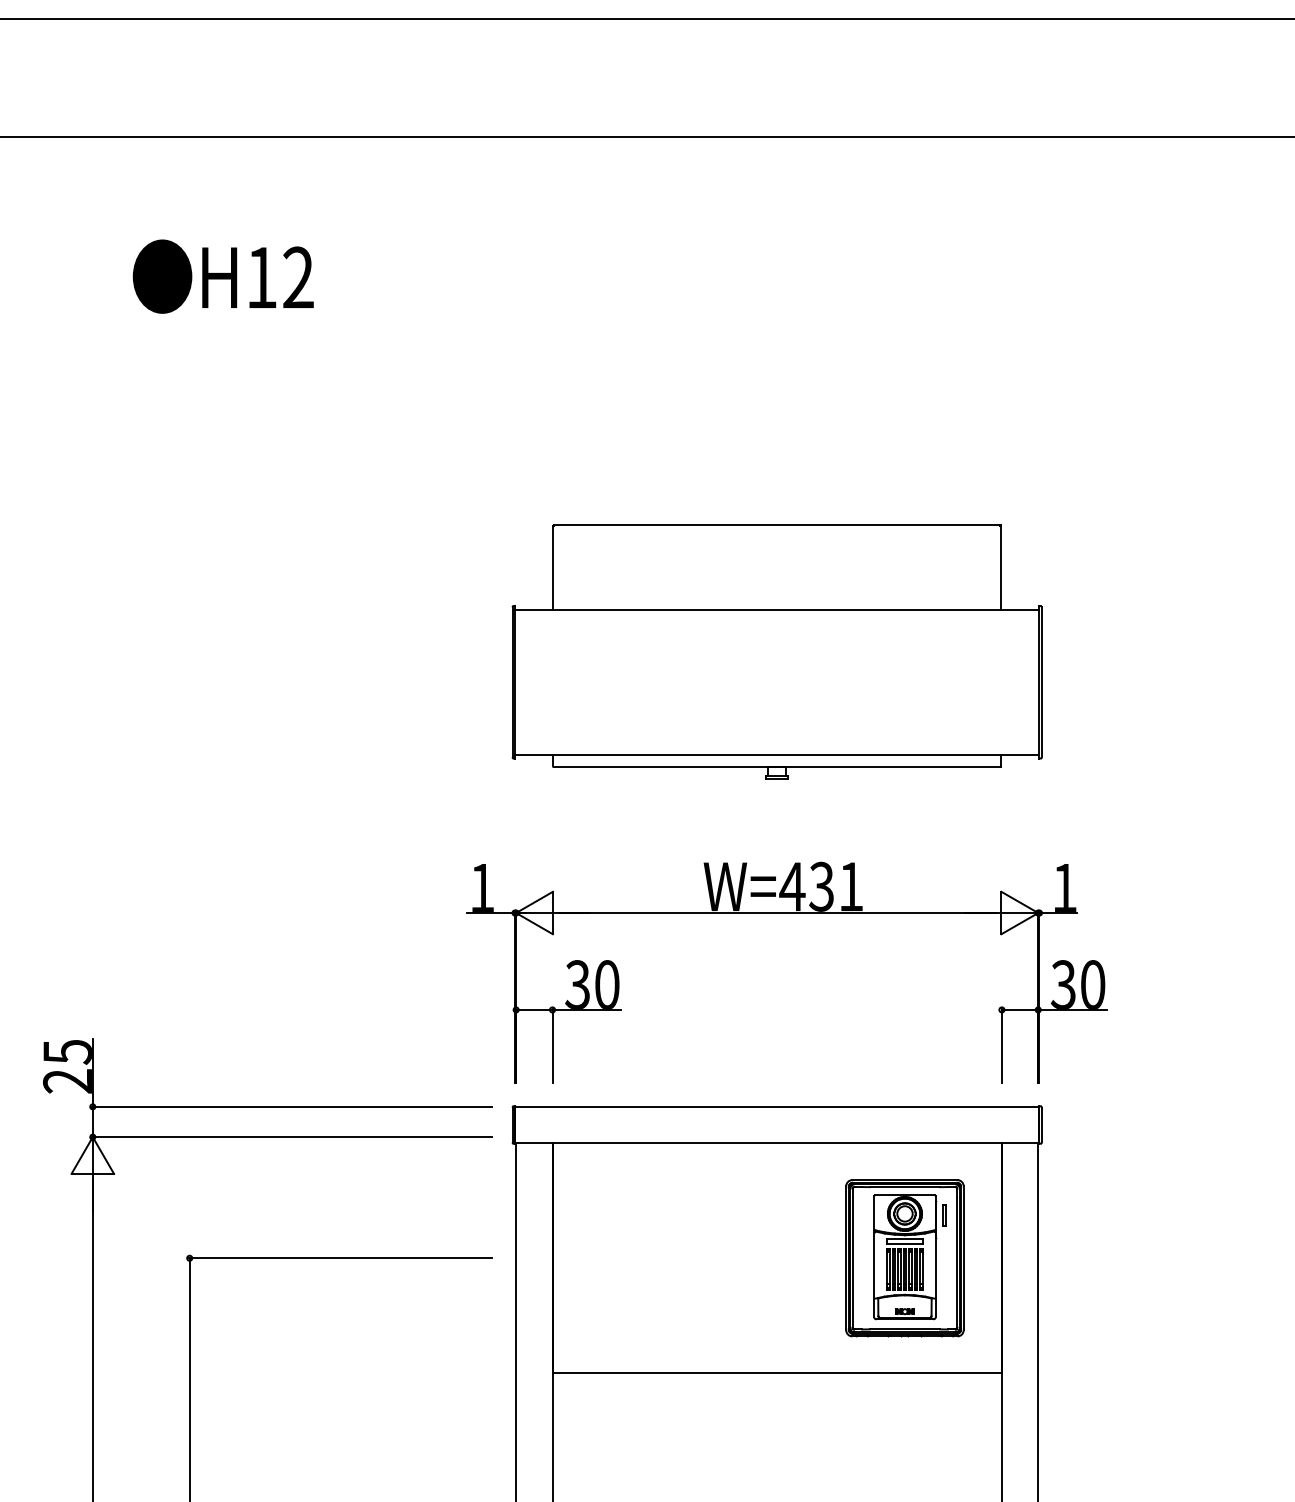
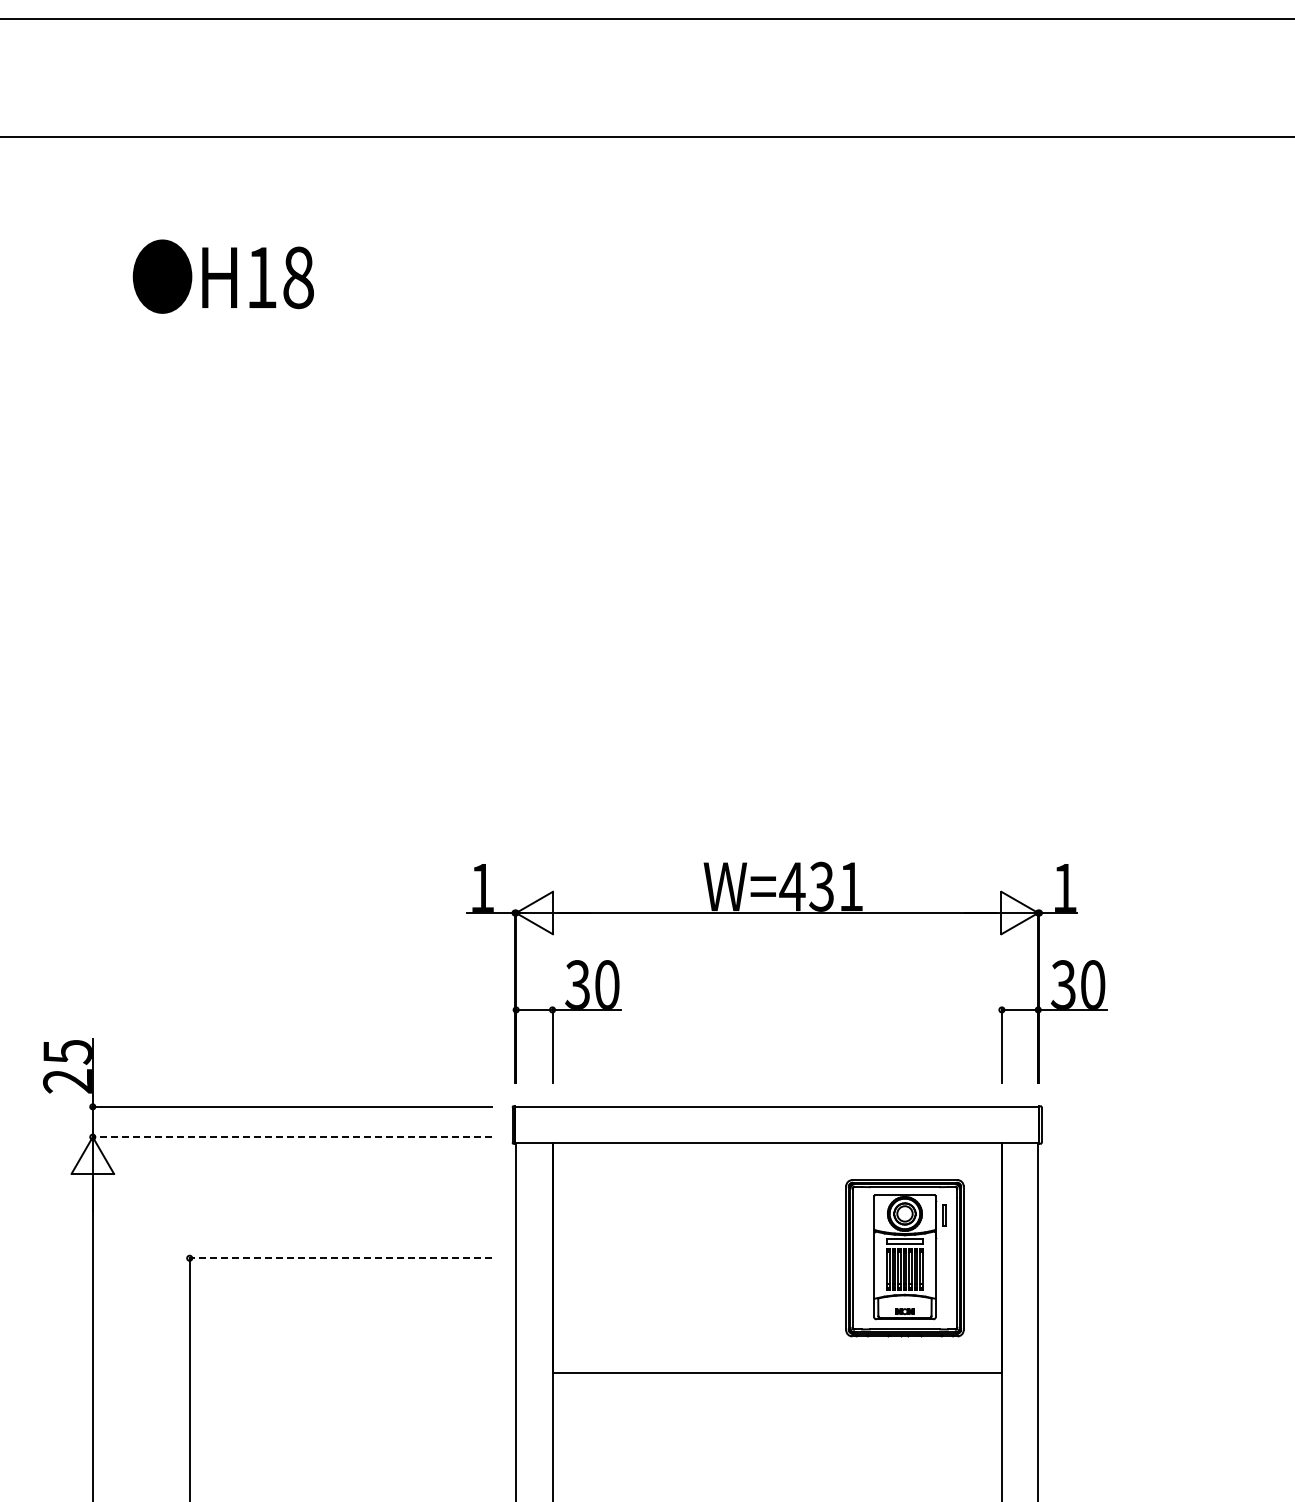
text at (298, 277): H12 -> H18
part at (776, 651): present -> none
line at (291, 1137): solid -> dashed
line at (340, 1258): solid -> dashed
